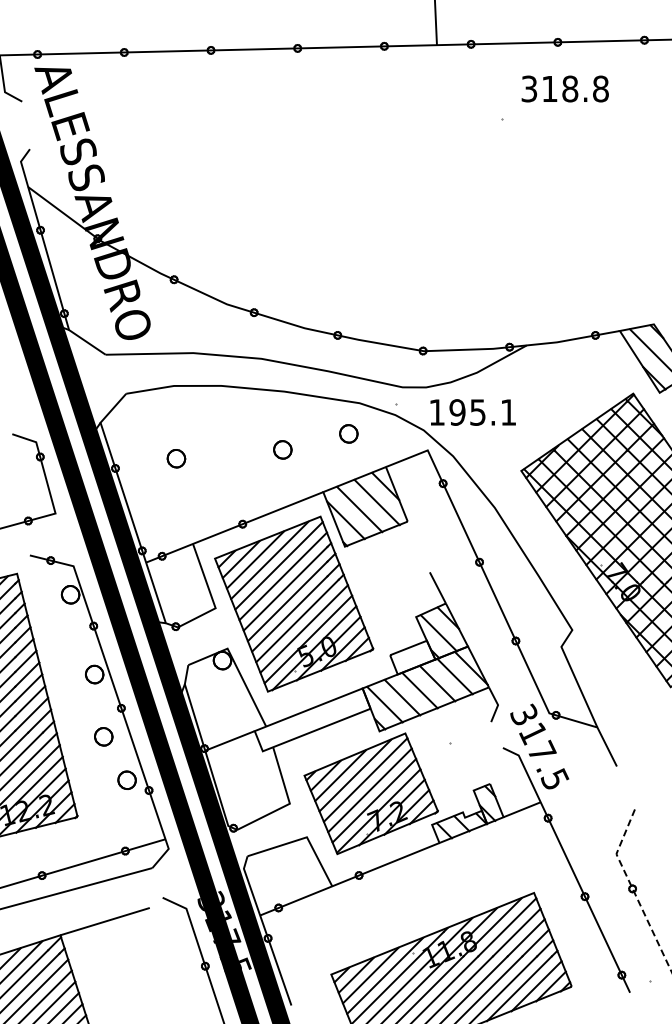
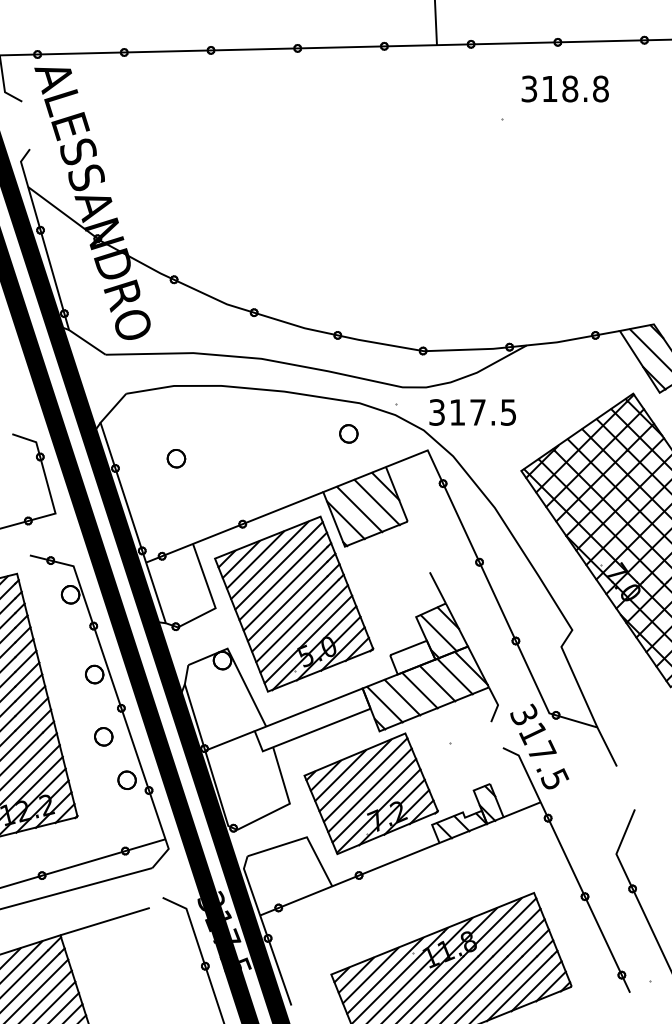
text at (472, 412): 195.1 -> 317.5
part at (282, 449): present -> none
line at (633, 890): dashed -> solid
